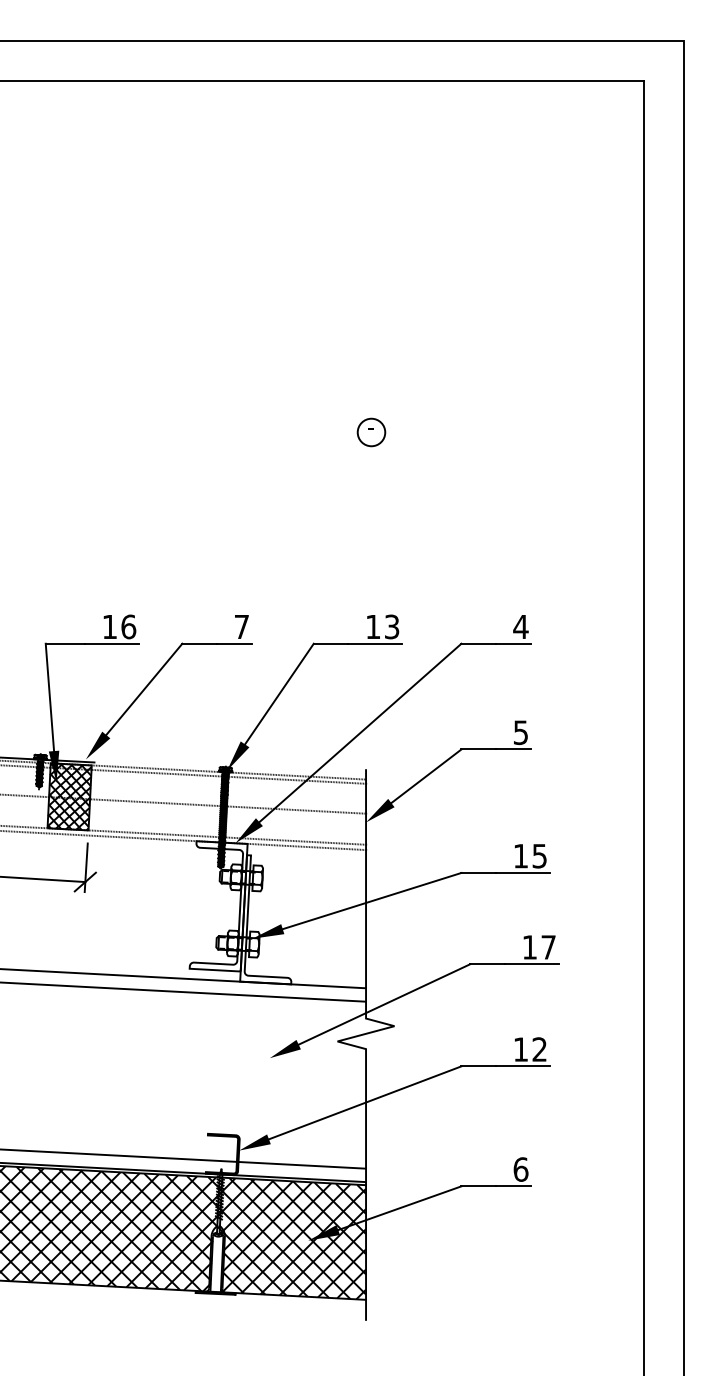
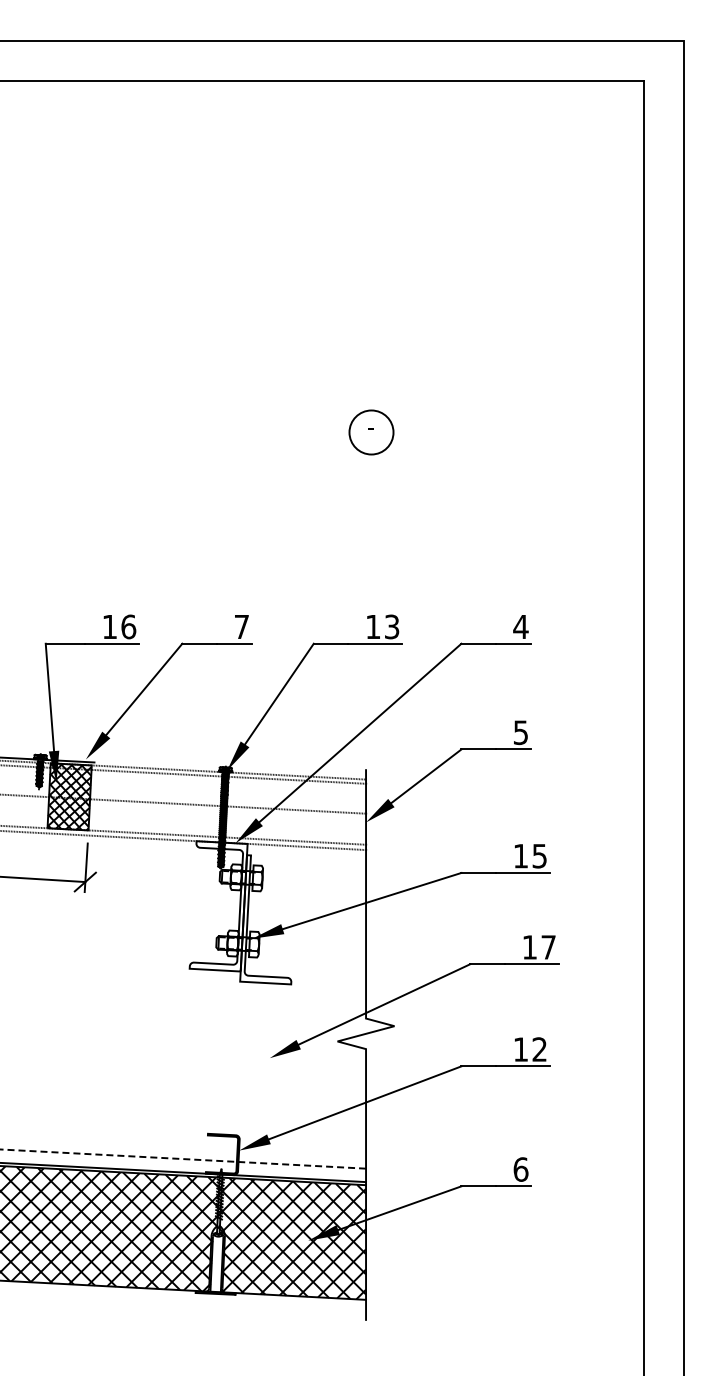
circle at (371, 432) diameter: 28 px -> 44 px
line at (184, 978): present -> none
line at (184, 991): present -> none
line at (183, 1159): solid -> dashed
